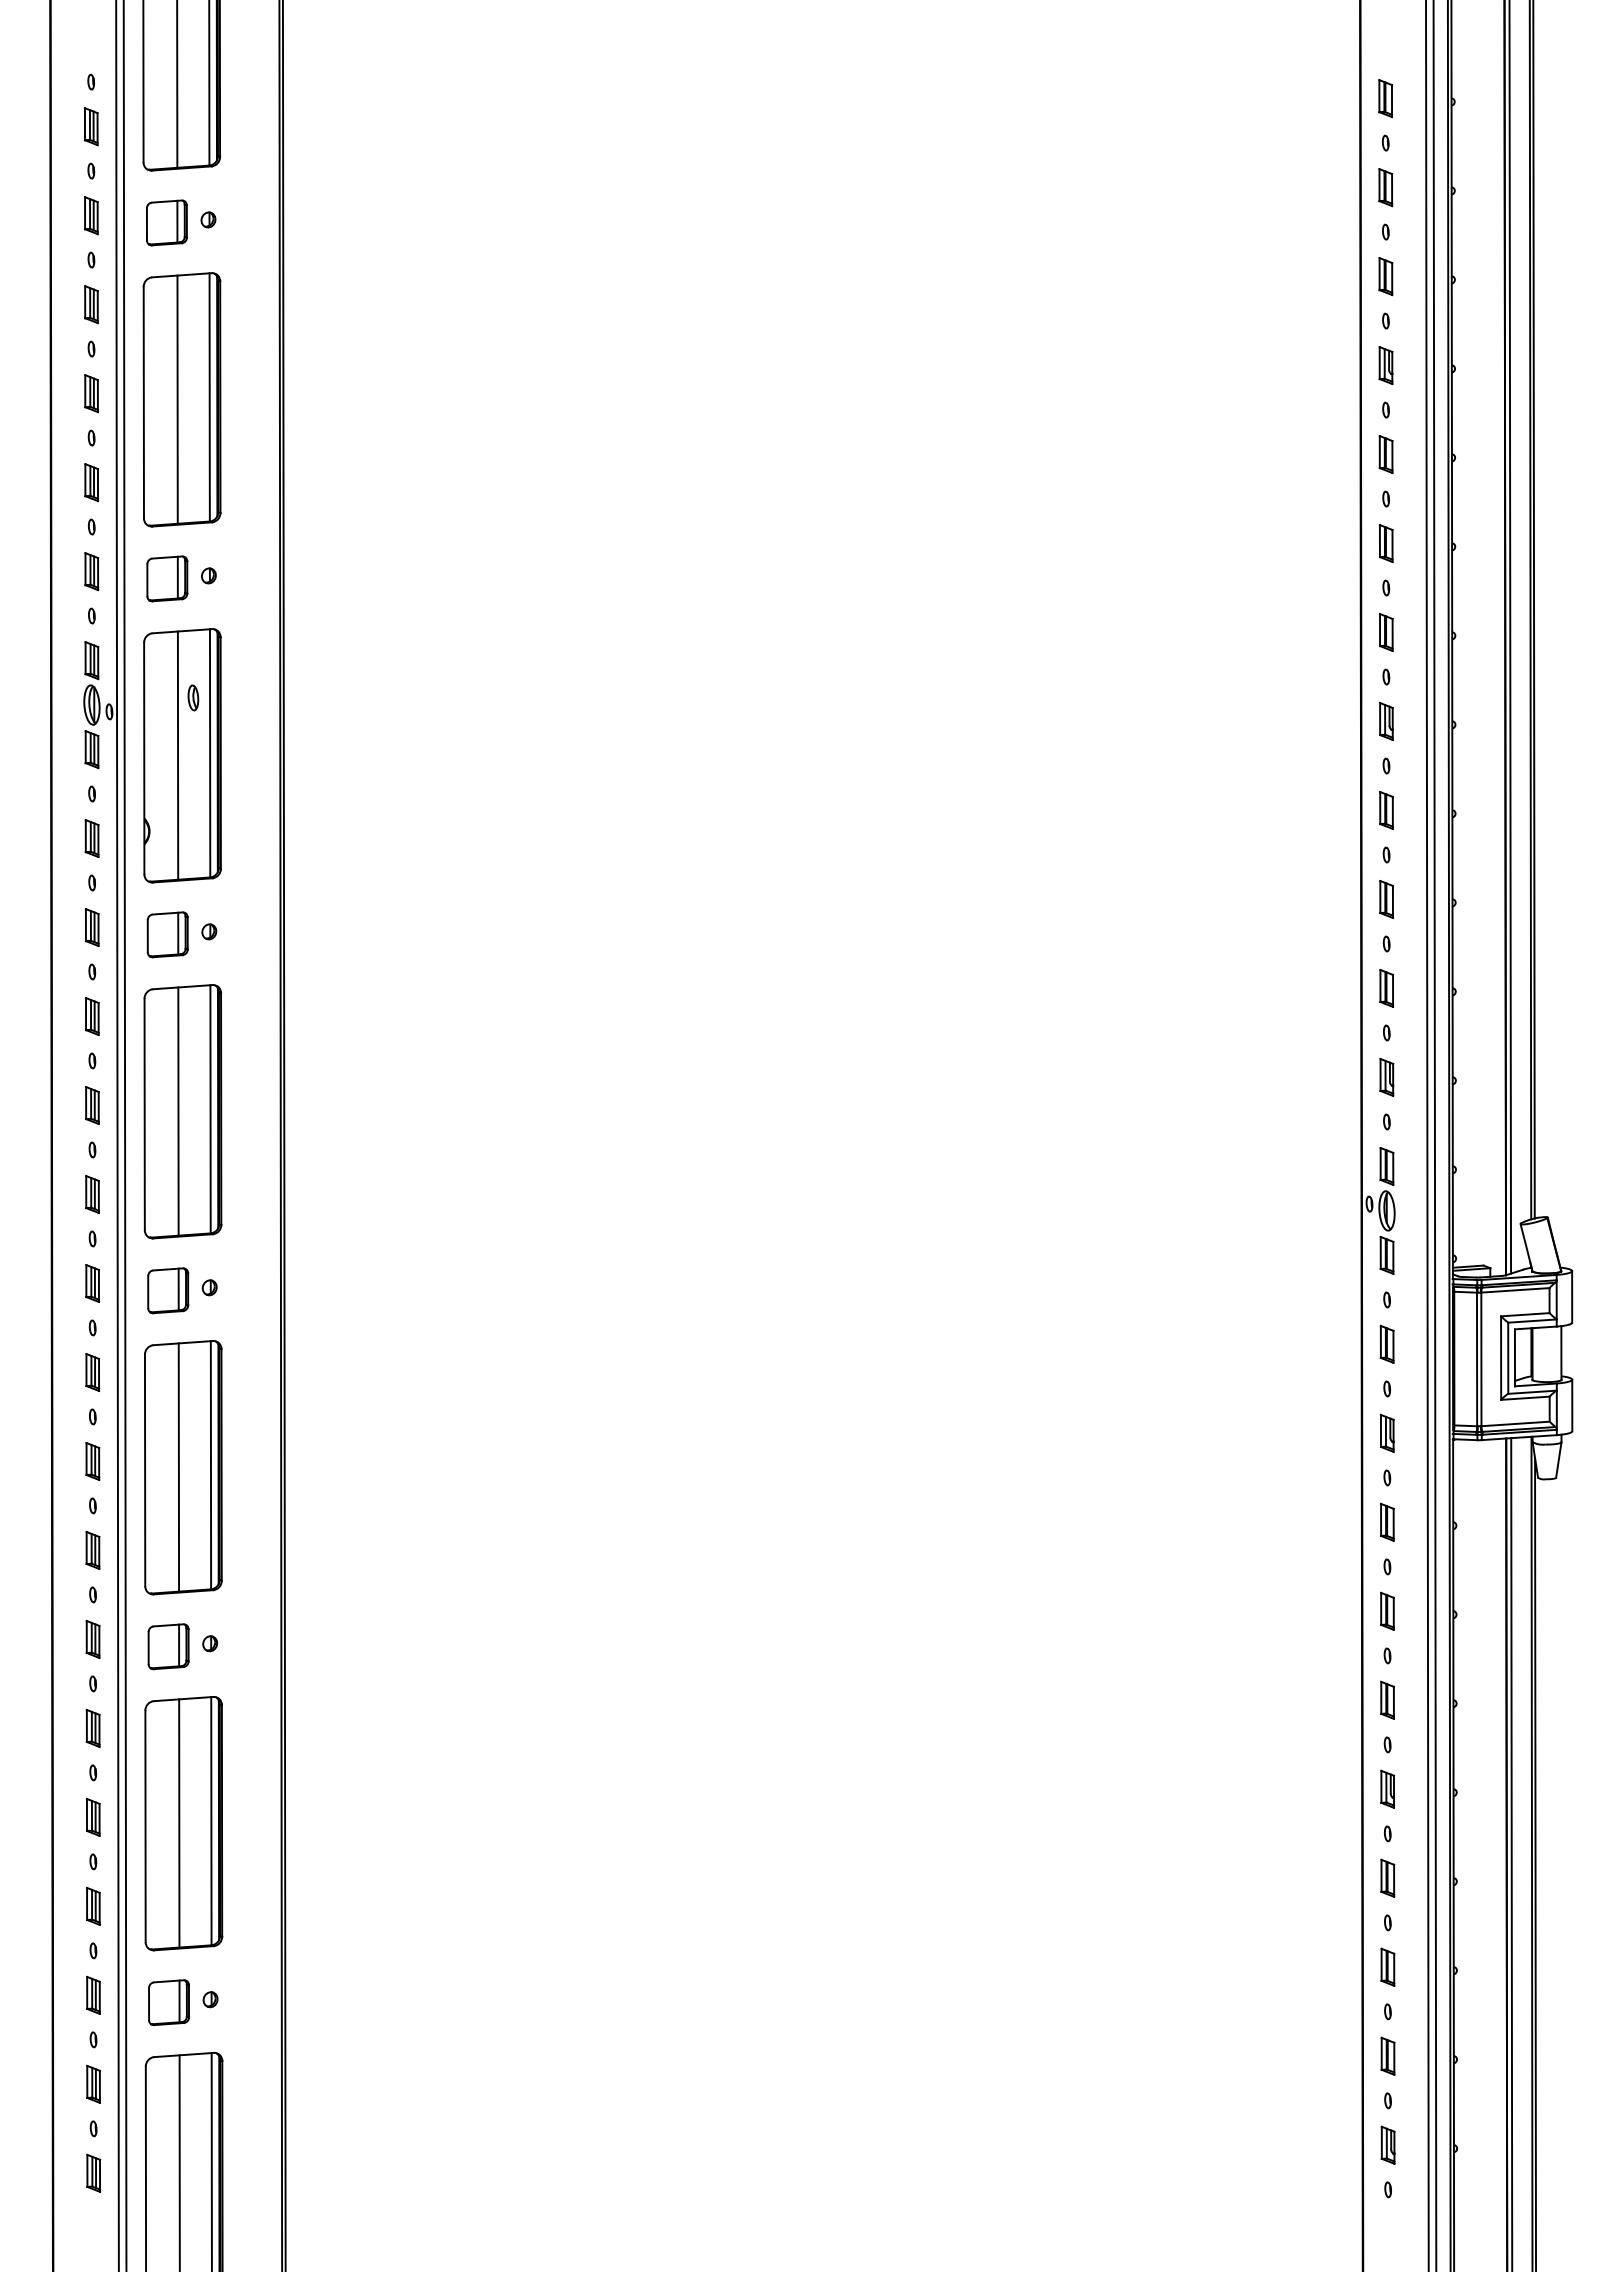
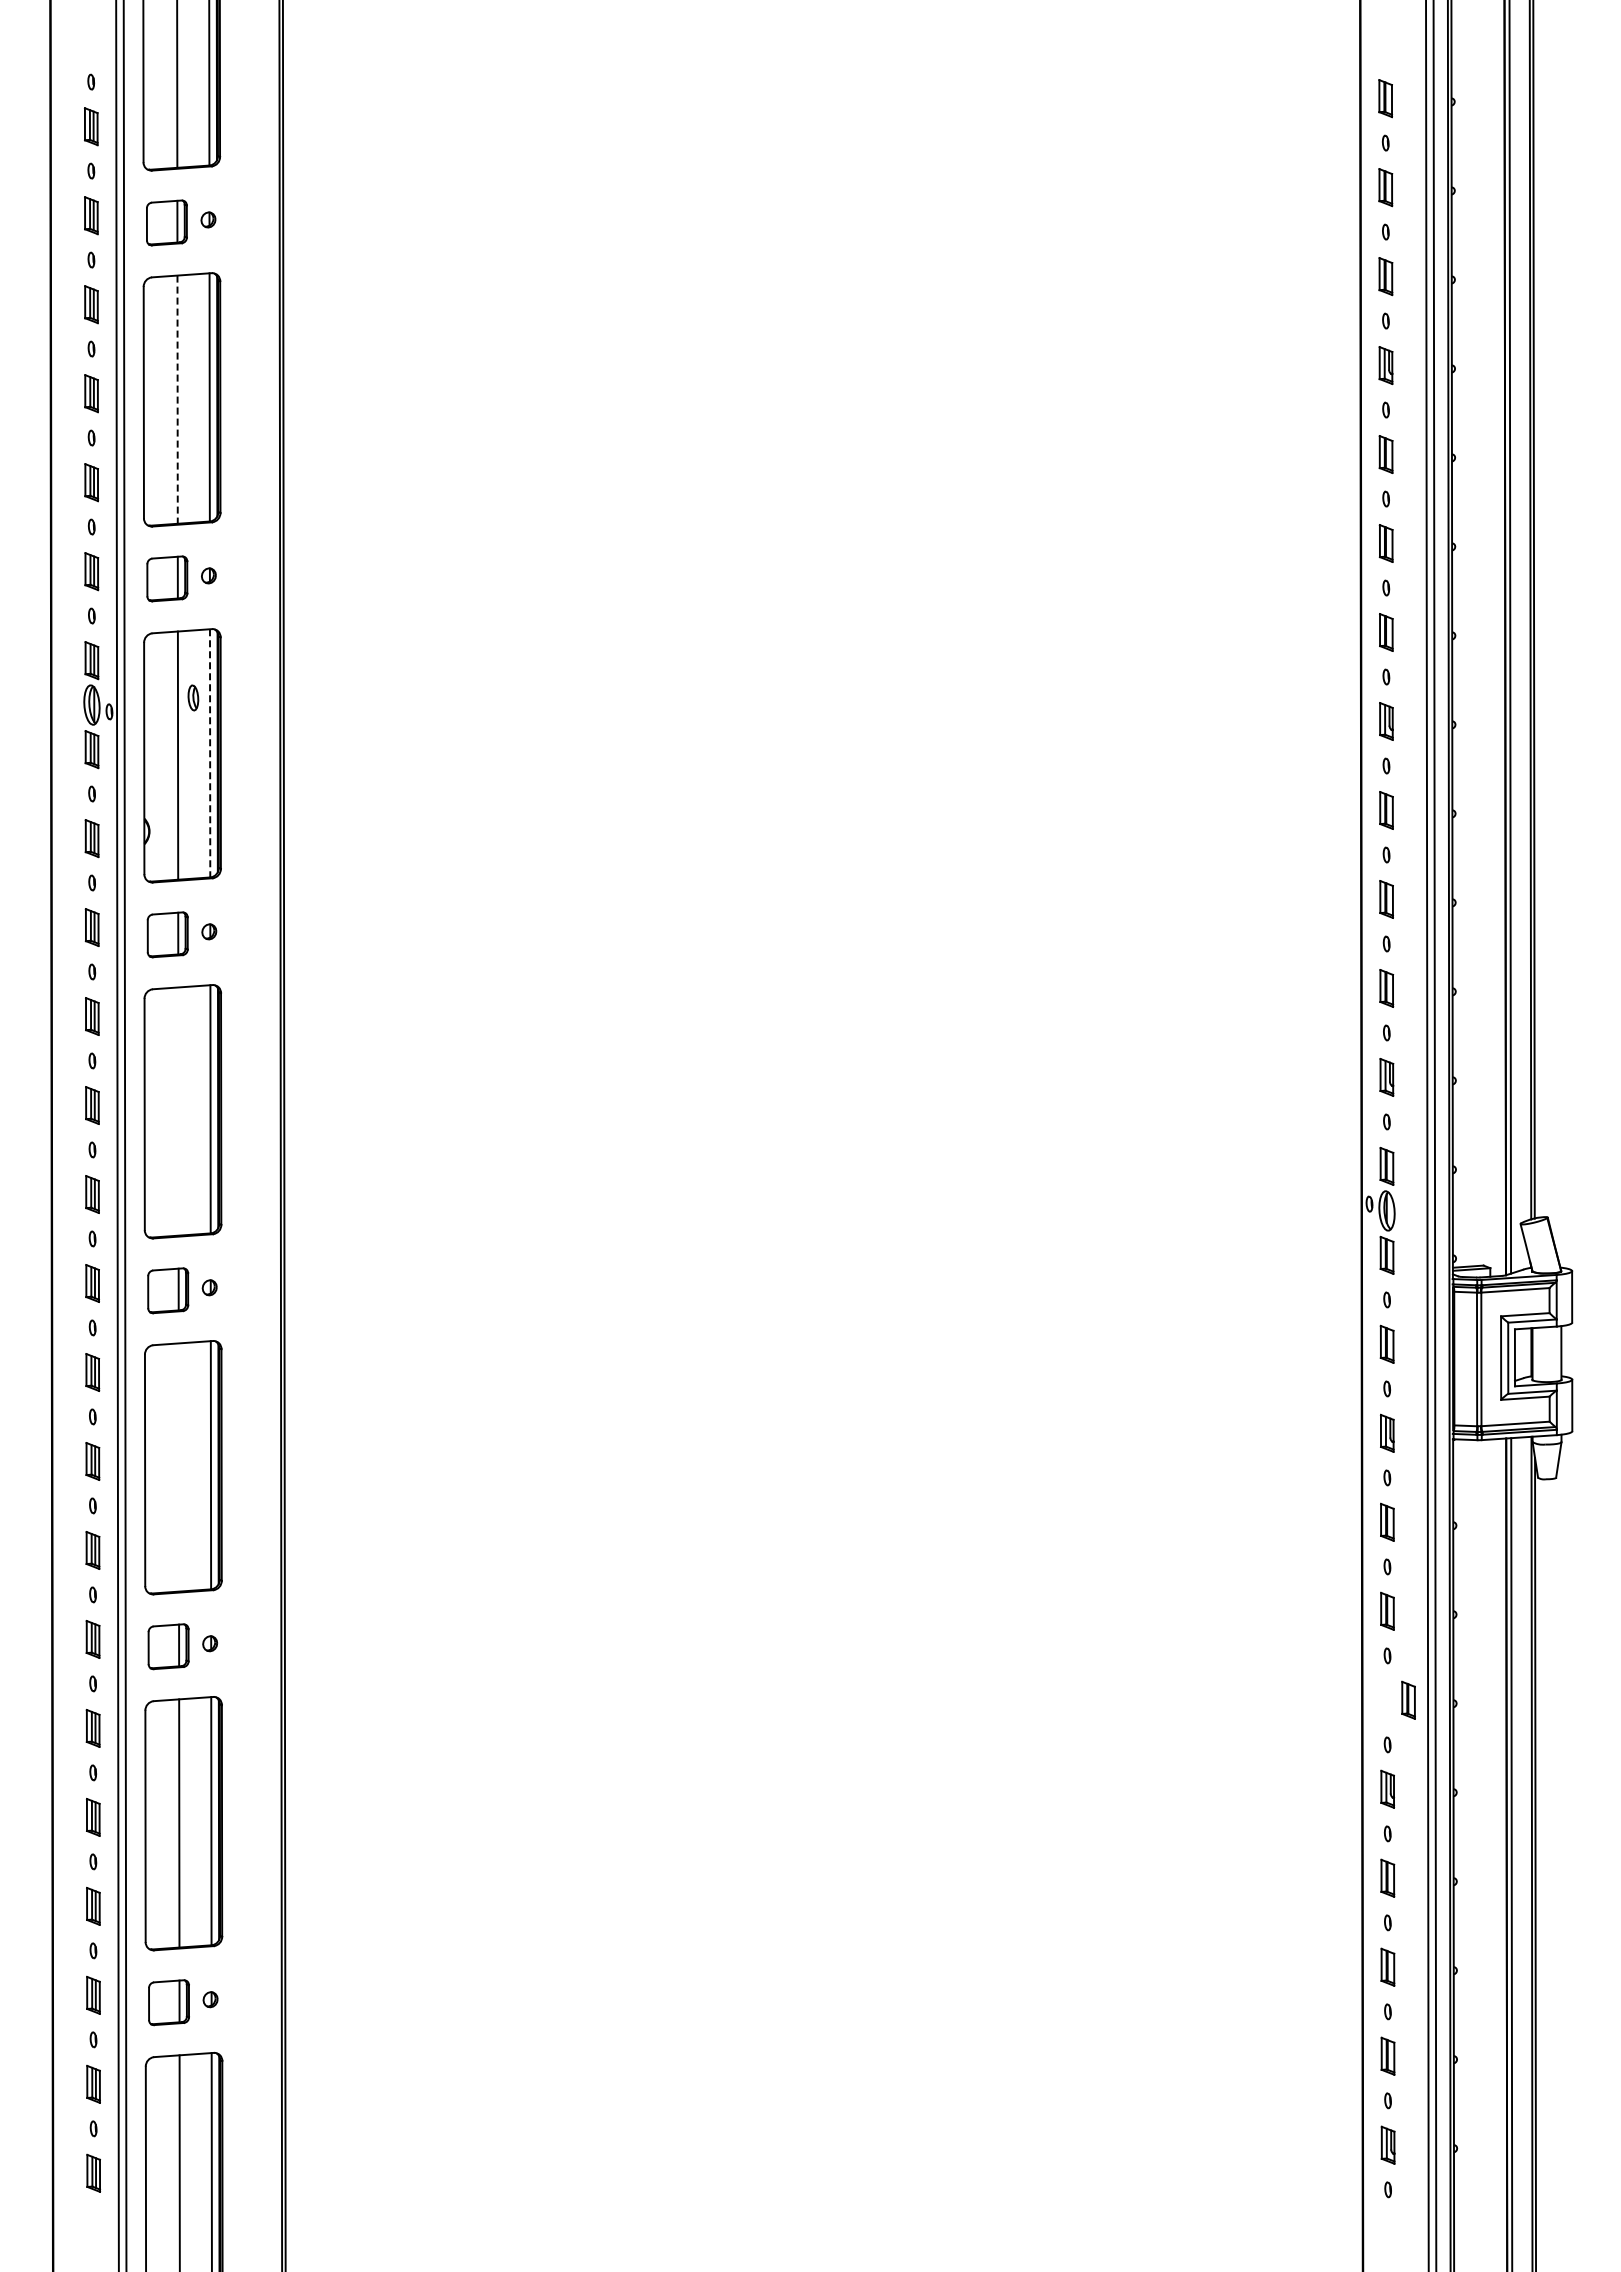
line at (177, 400): solid -> dashed
line at (210, 753): solid -> dashed
line at (178, 1111): present -> none
line at (178, 1467): present -> none
part at (1387, 1699) position: (1387, 1699) -> (1408, 1699)
